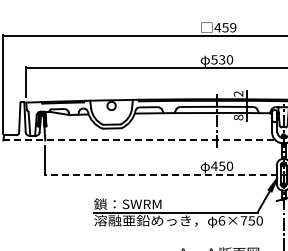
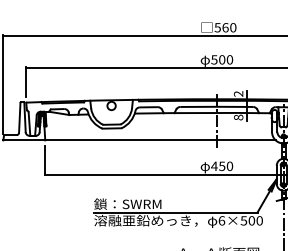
text at (225, 27): 459 -> 560
text at (222, 59): 530 -> 500
line at (140, 140): dashed -> solid
line at (165, 174): dashed -> solid
text at (247, 220): 6×750 -> 6×500
